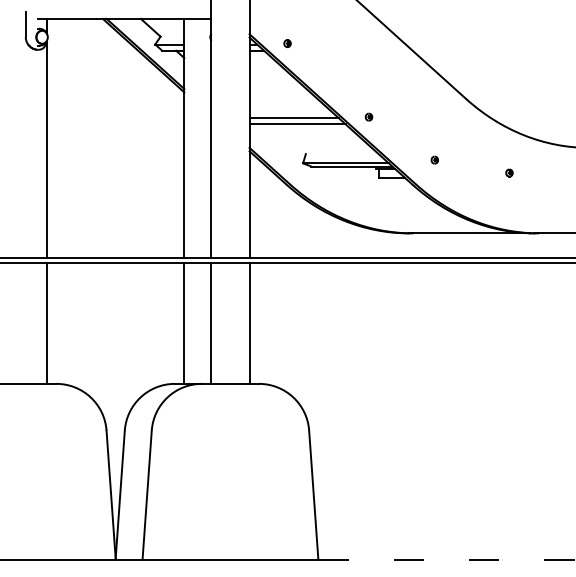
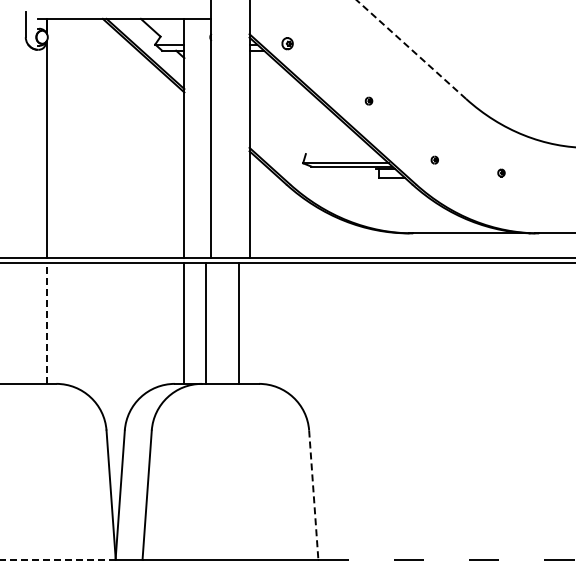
part at (287, 43) size: 9x9 px -> 13x14 px
line at (411, 49): solid -> dashed
part at (368, 116) position: (368, 116) -> (368, 100)
line at (293, 118): present -> none
line at (297, 124): present -> none
part at (509, 172) position: (509, 172) -> (501, 172)
line at (46, 323): solid -> dashed
line at (211, 323) position: (211, 323) -> (206, 323)
line at (249, 323) position: (249, 323) -> (238, 323)
line at (313, 495): solid -> dashed
line at (57, 559): solid -> dashed
